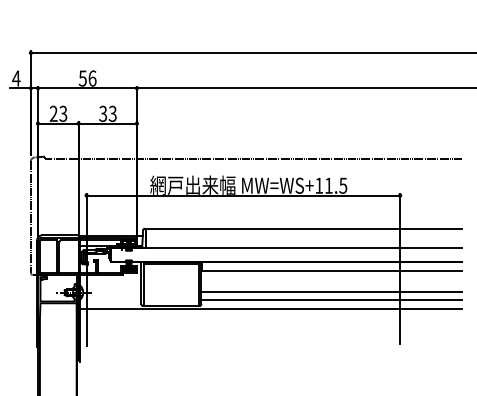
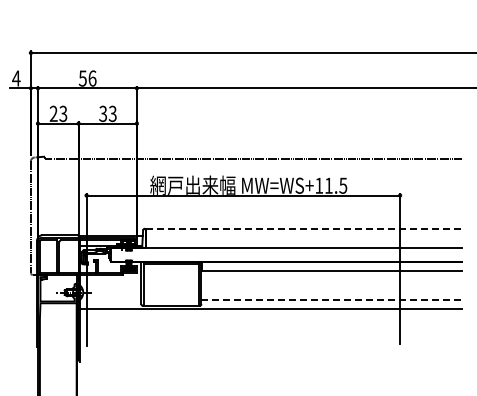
line at (304, 229): solid -> dashed
line at (331, 291): present -> none
line at (332, 299): solid -> dashed
